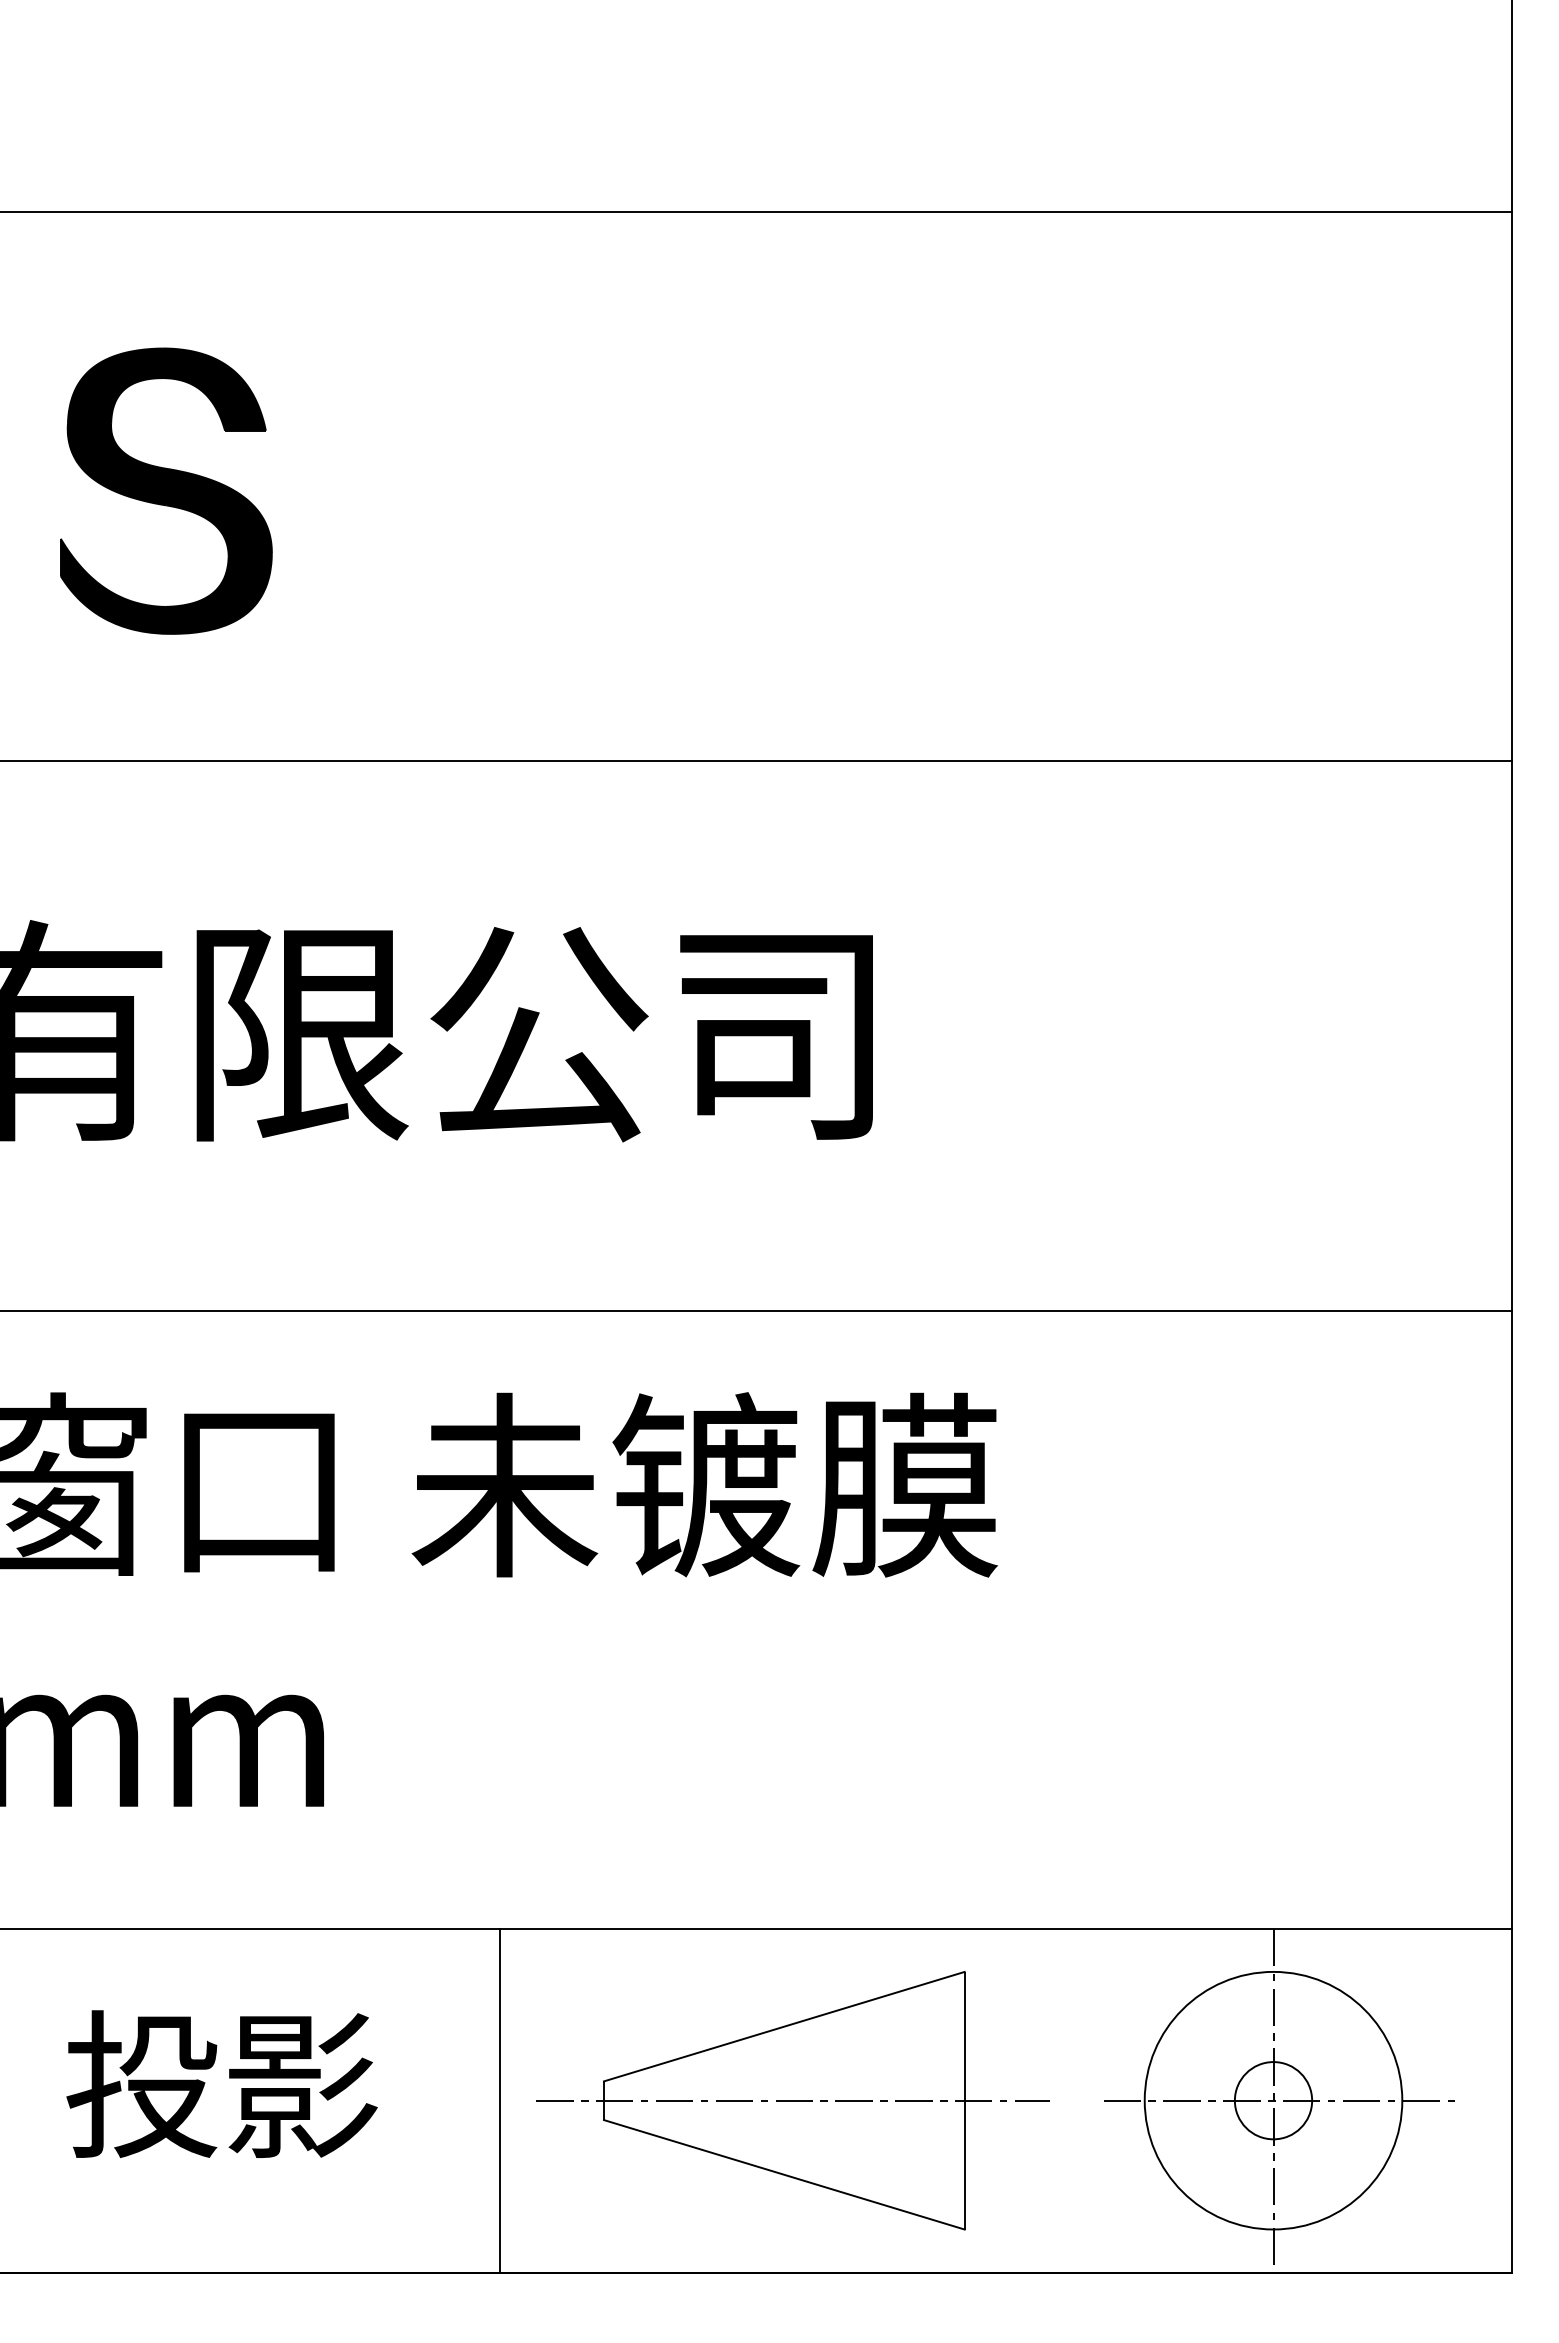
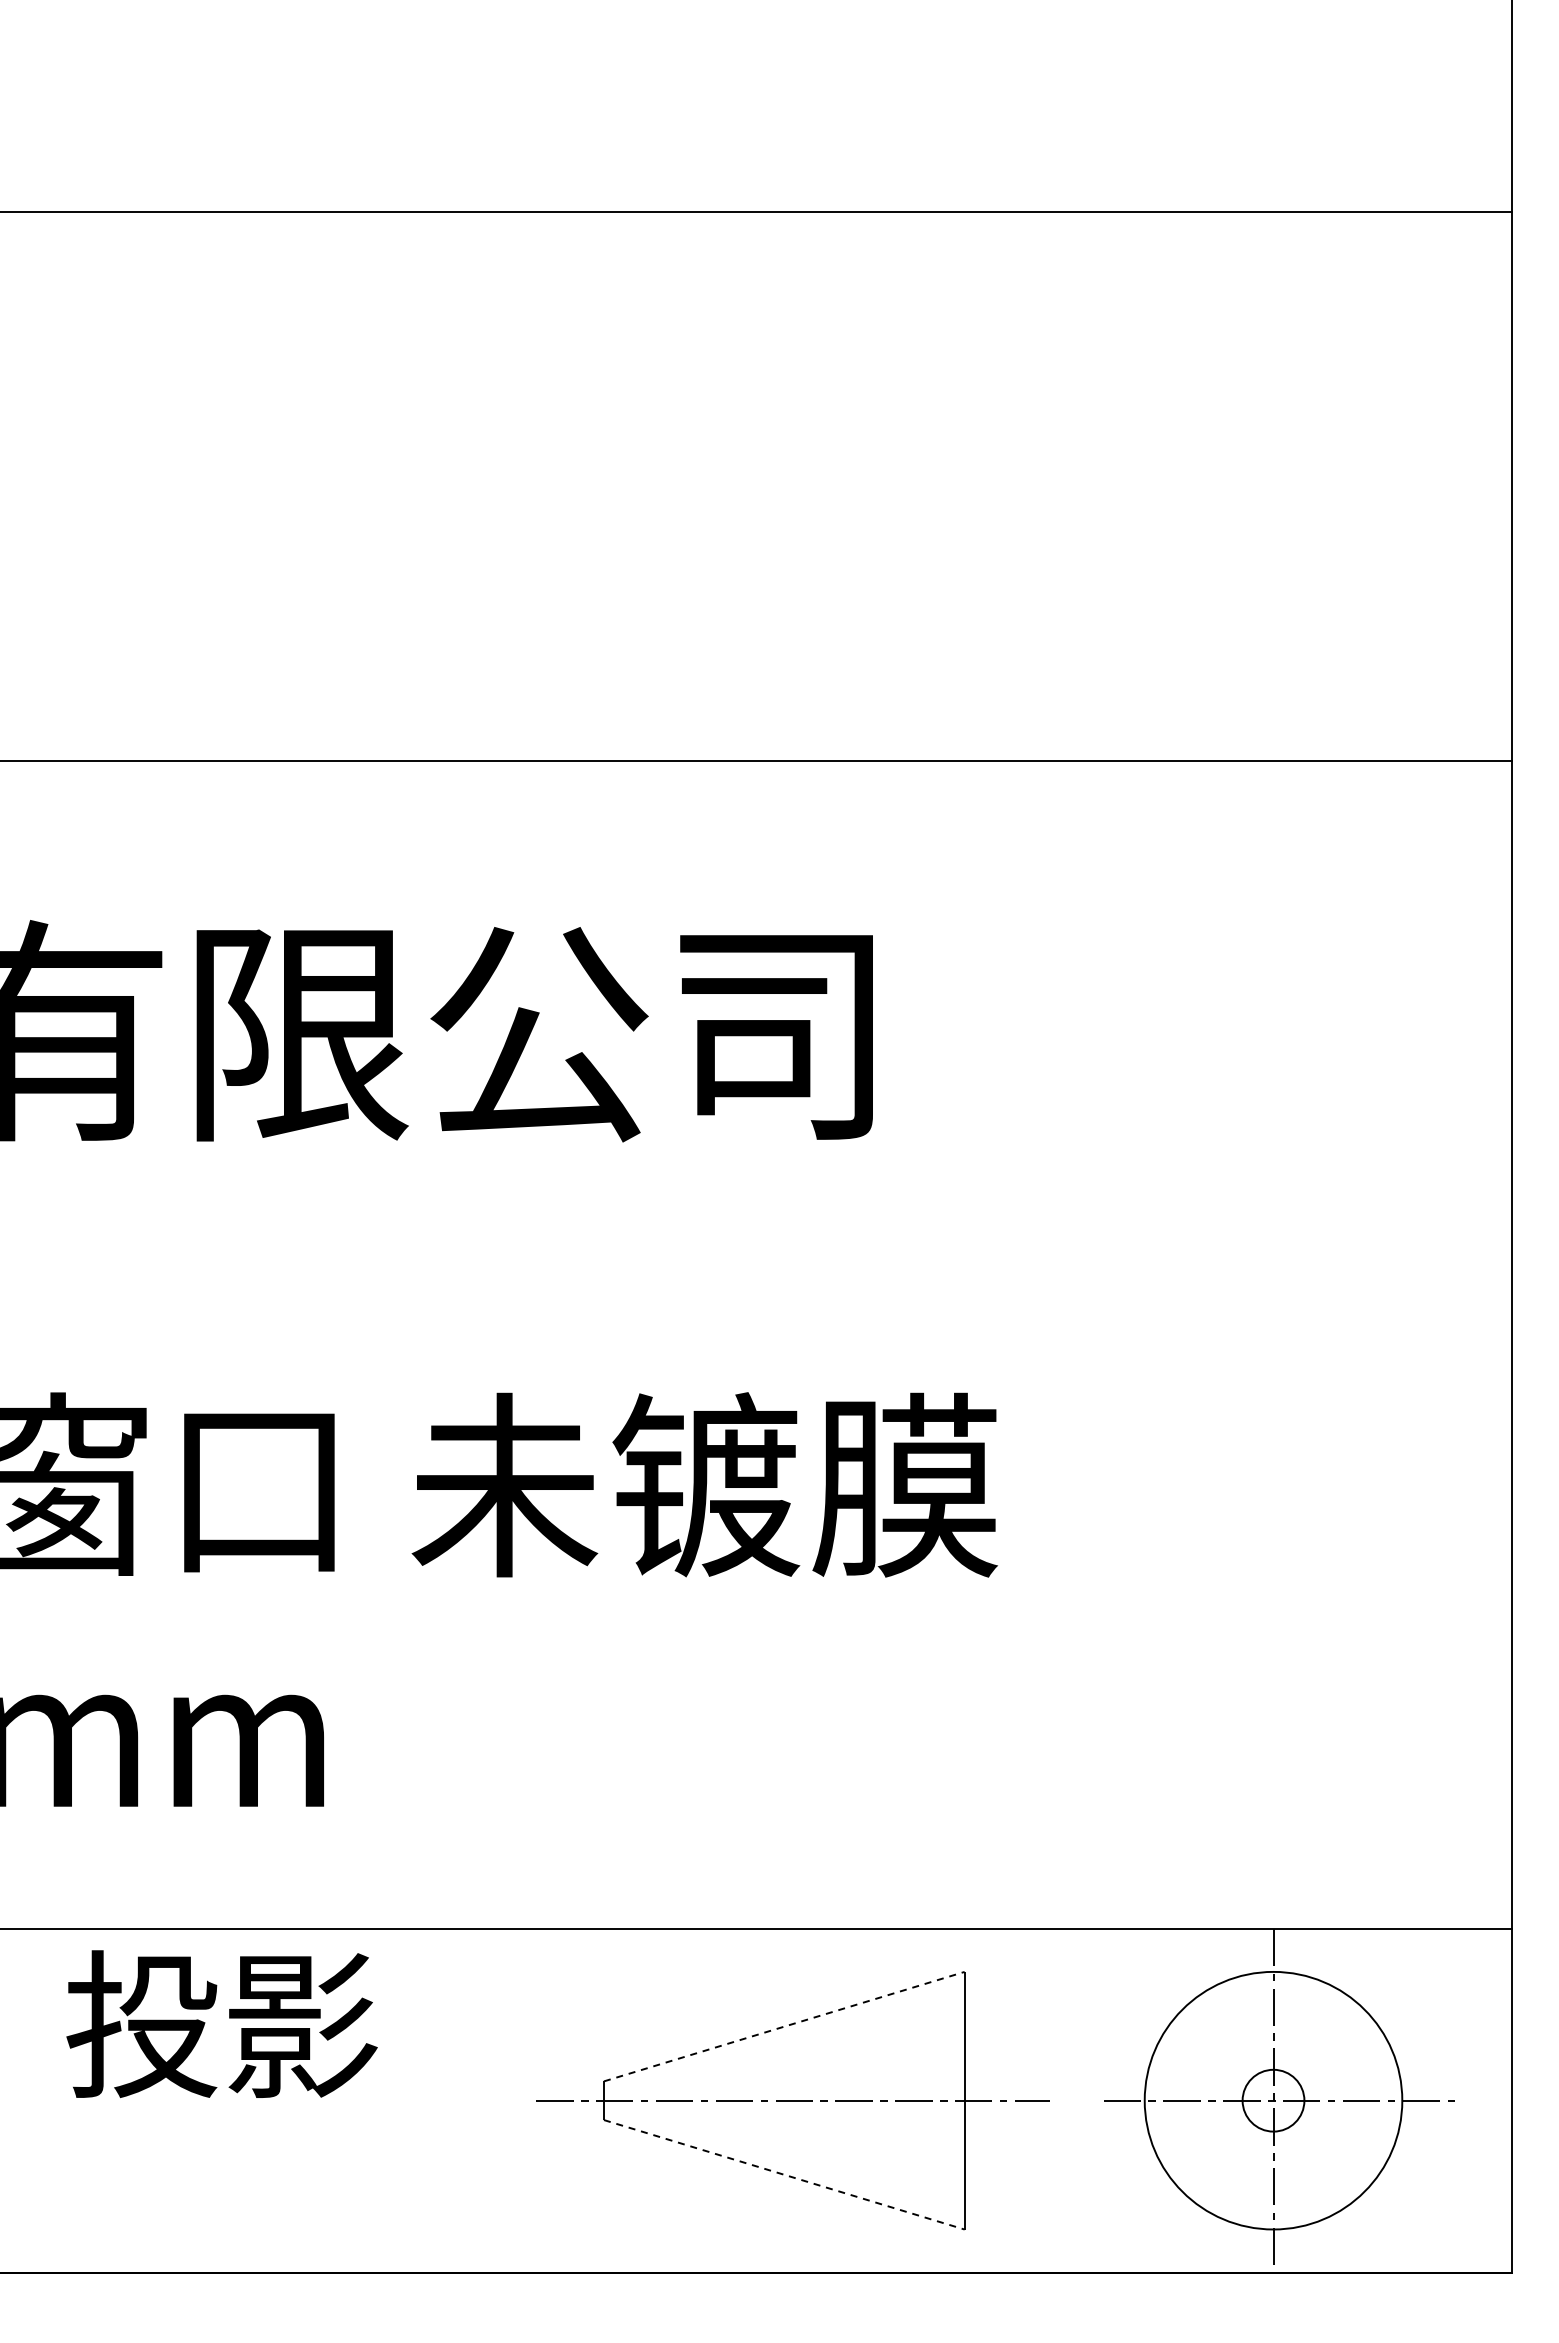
part at (166, 490): present -> none
line at (757, 1310): present -> none
line at (784, 2026): solid -> dashed
text at (221, 2083) position: (221, 2083) -> (221, 2023)
line at (500, 2100): present -> none
circle at (1273, 2100) diameter: 77 px -> 62 px
line at (784, 2174): solid -> dashed
